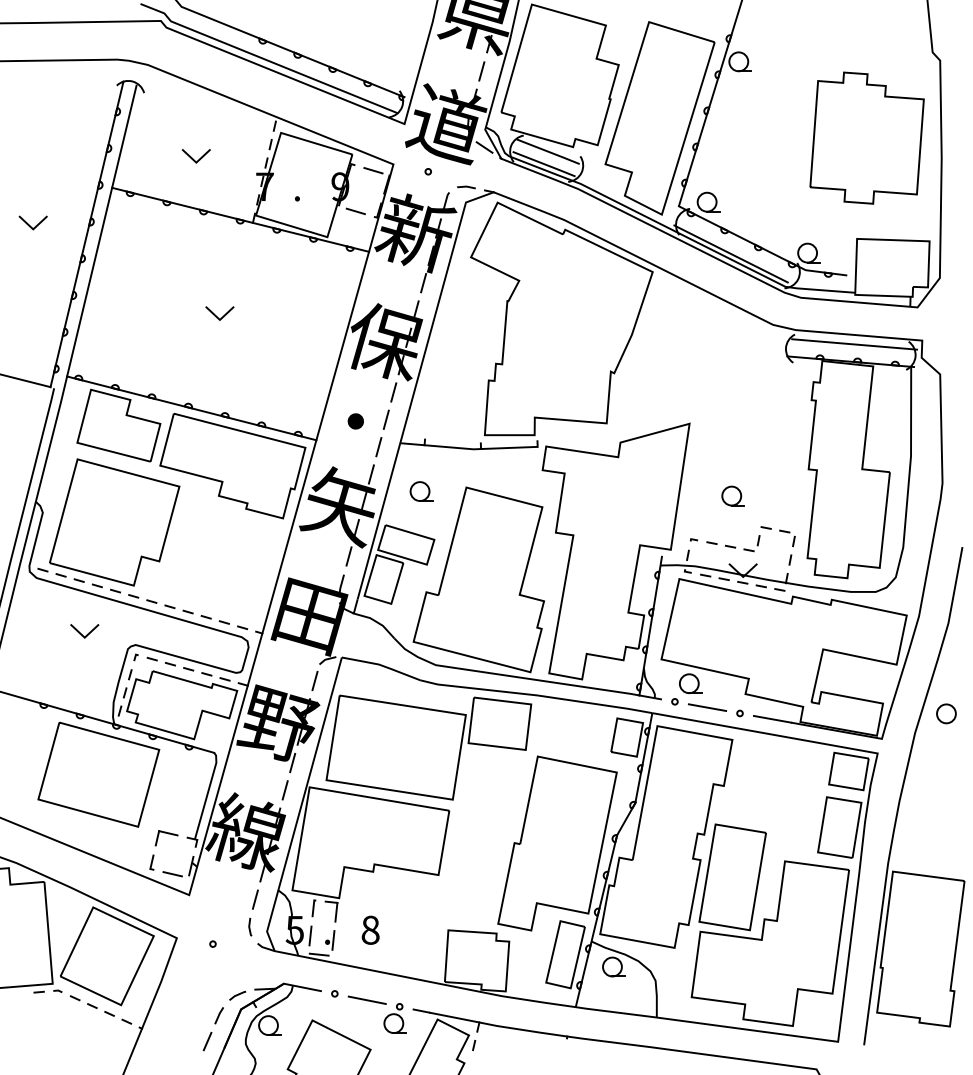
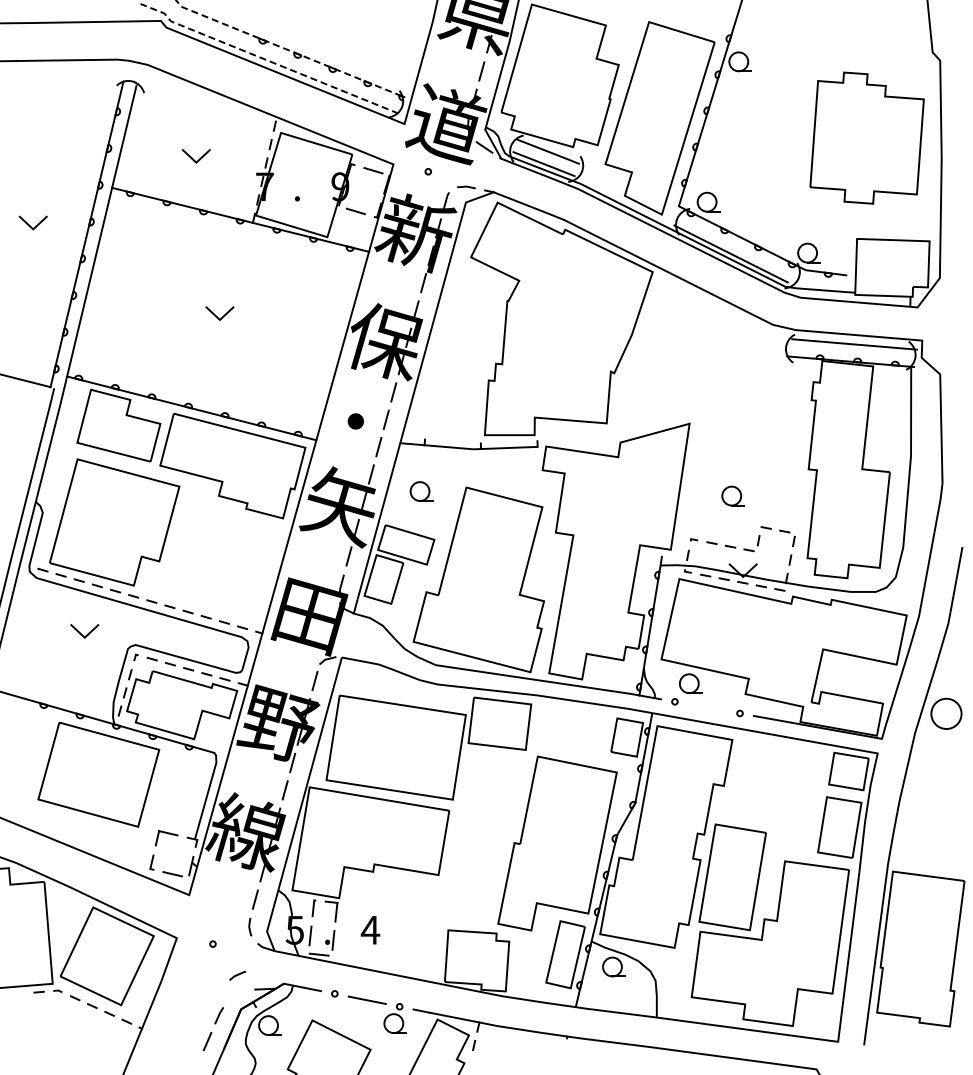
line at (288, 50): solid -> dashed
line at (266, 59): solid -> dashed
line at (707, 707): present -> none
circle at (946, 713) diameter: 19 px -> 30 px
text at (370, 929): 8 -> 4
line at (237, 995) position: (237, 995) -> (237, 975)
